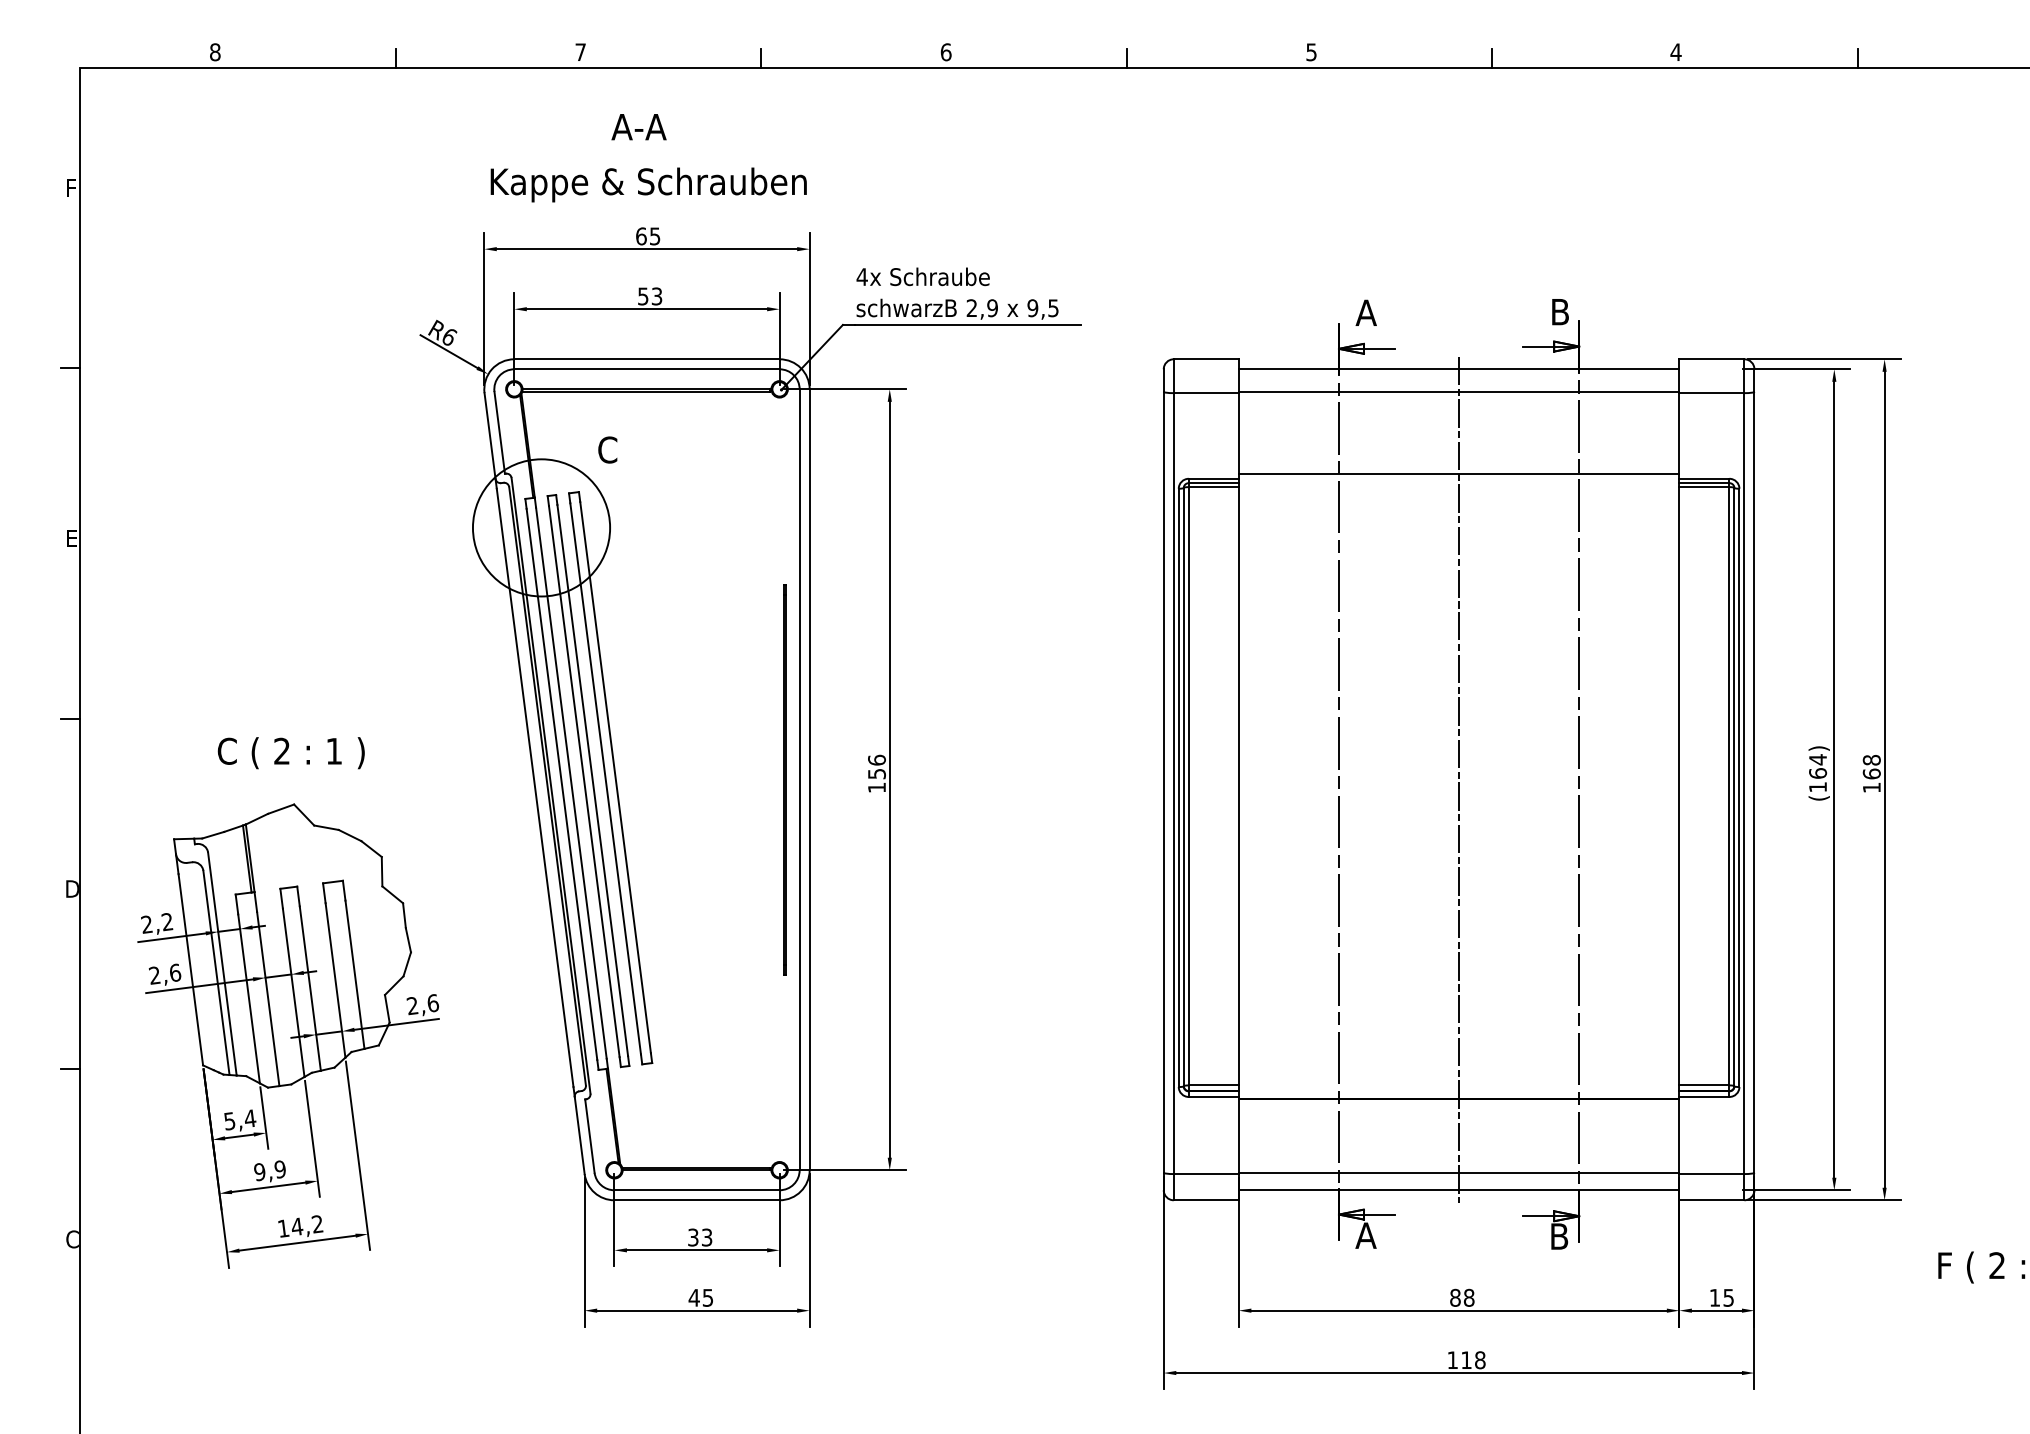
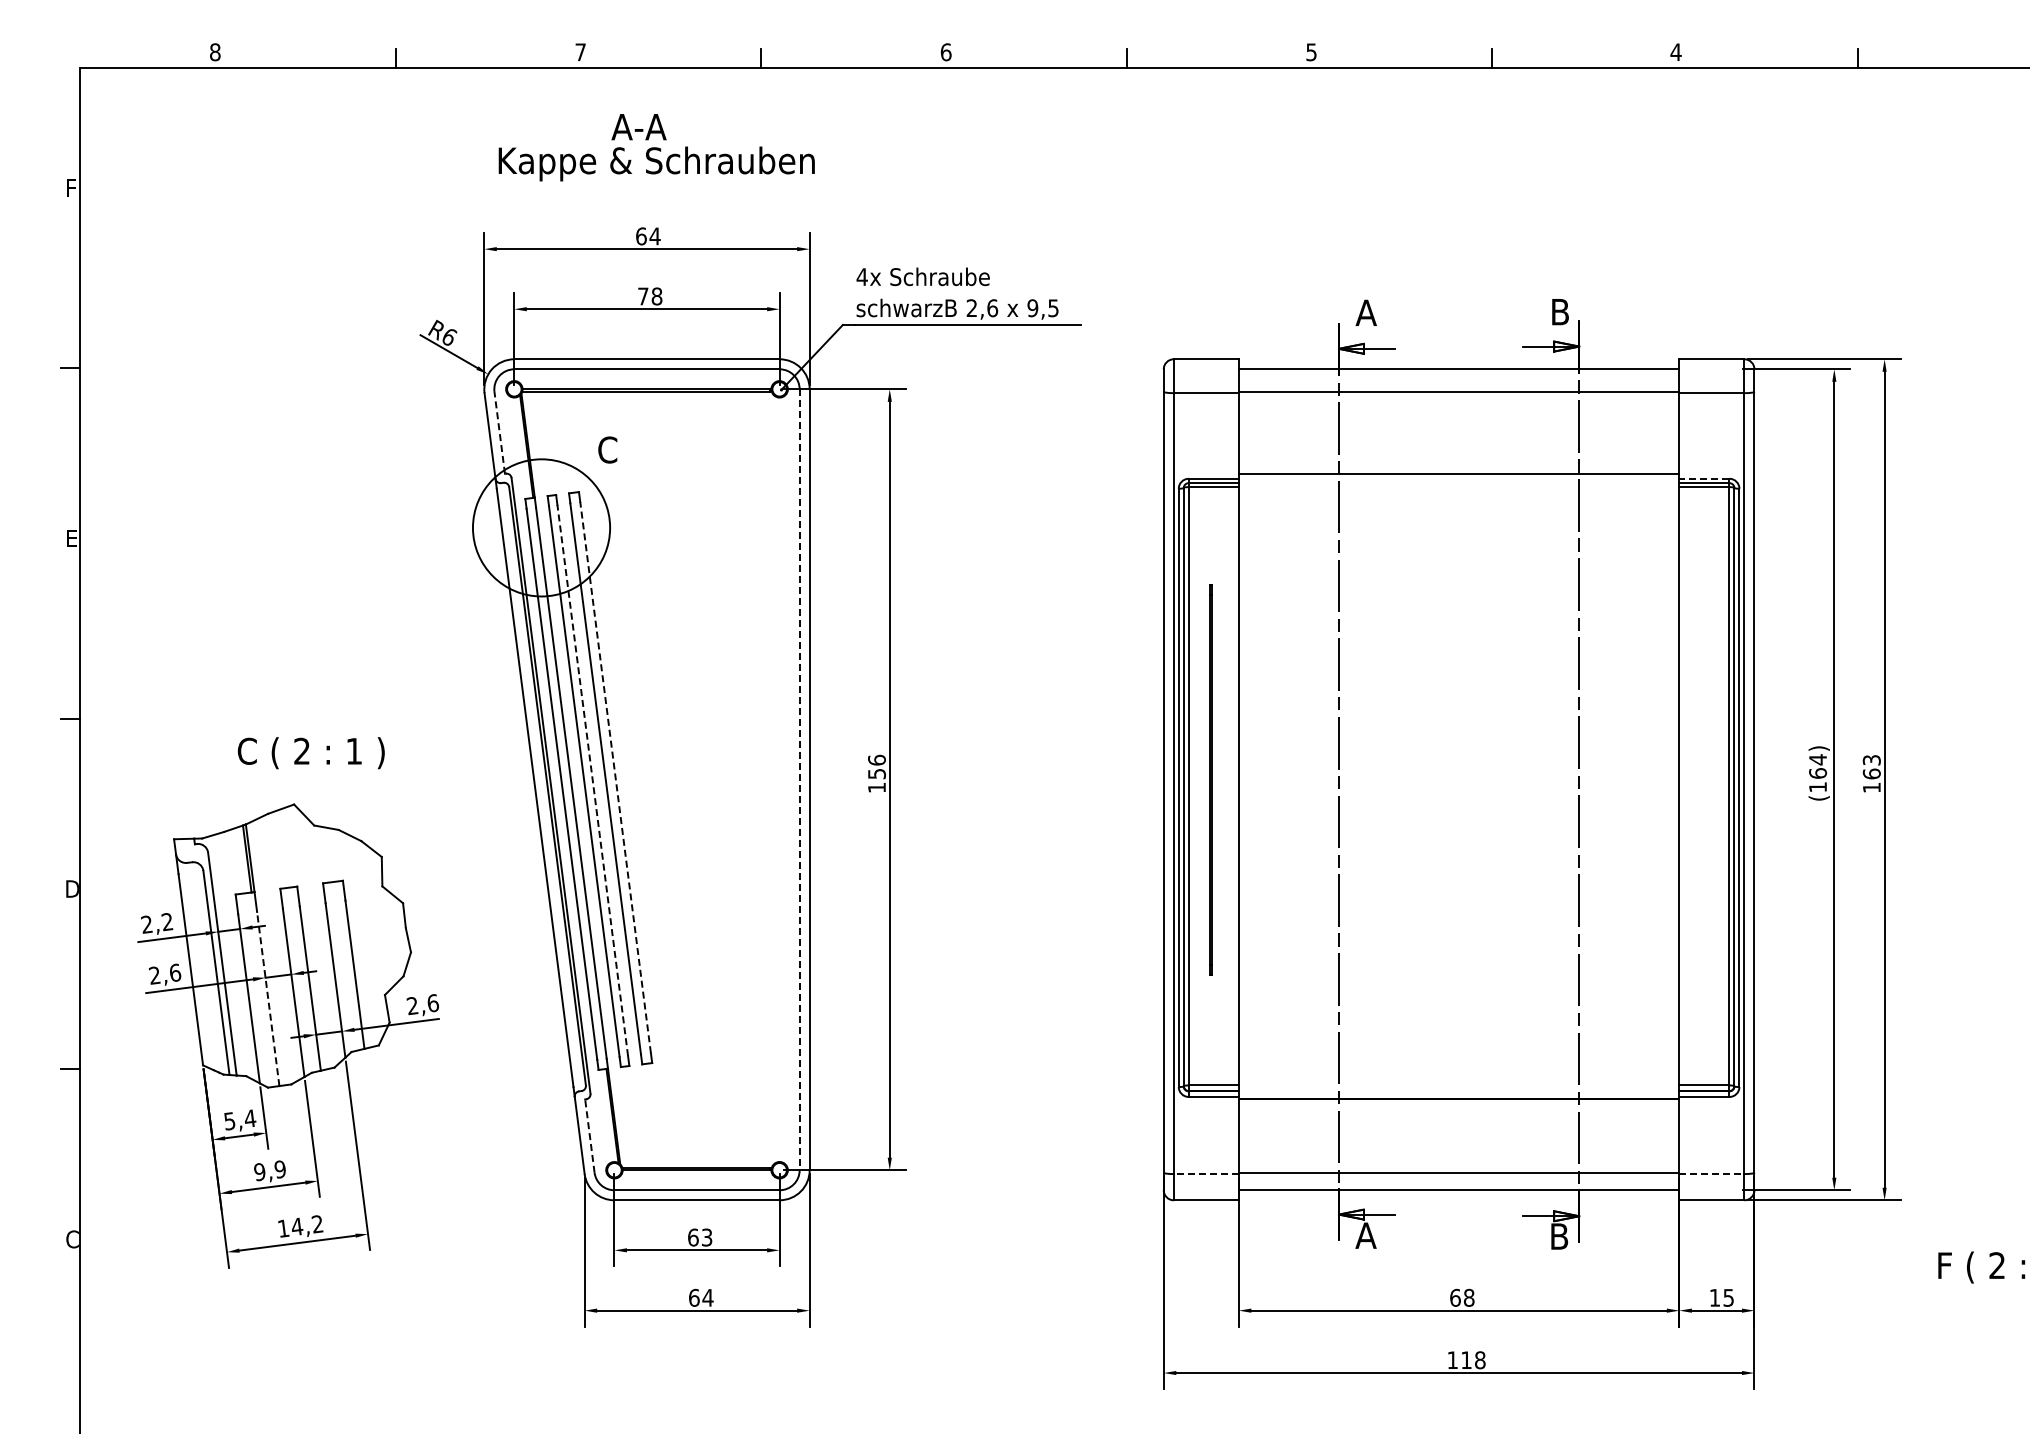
text at (648, 184) position: (648, 184) -> (656, 163)
text at (654, 236): 65 -> 64
text at (650, 296): 53 -> 78
text at (992, 308): 2,9 -> 2,6
line at (499, 432): solid -> dashed
line at (1703, 478): solid -> dashed
text at (290, 753) position: (290, 753) -> (310, 753)
text at (1871, 760): 168 -> 163
line at (615, 777): solid -> dashed
line at (784, 779) position: (784, 779) -> (1210, 779)
line at (1459, 779): present -> none
line at (592, 780): solid -> dashed
line at (799, 780): solid -> dashed
line at (268, 999): solid -> dashed
line at (589, 1136): solid -> dashed
line at (1206, 1174): solid -> dashed
line at (1711, 1174): solid -> dashed
text at (693, 1237): 33 -> 63
text at (700, 1297): 45 -> 64
text at (1455, 1297): 88 -> 68
